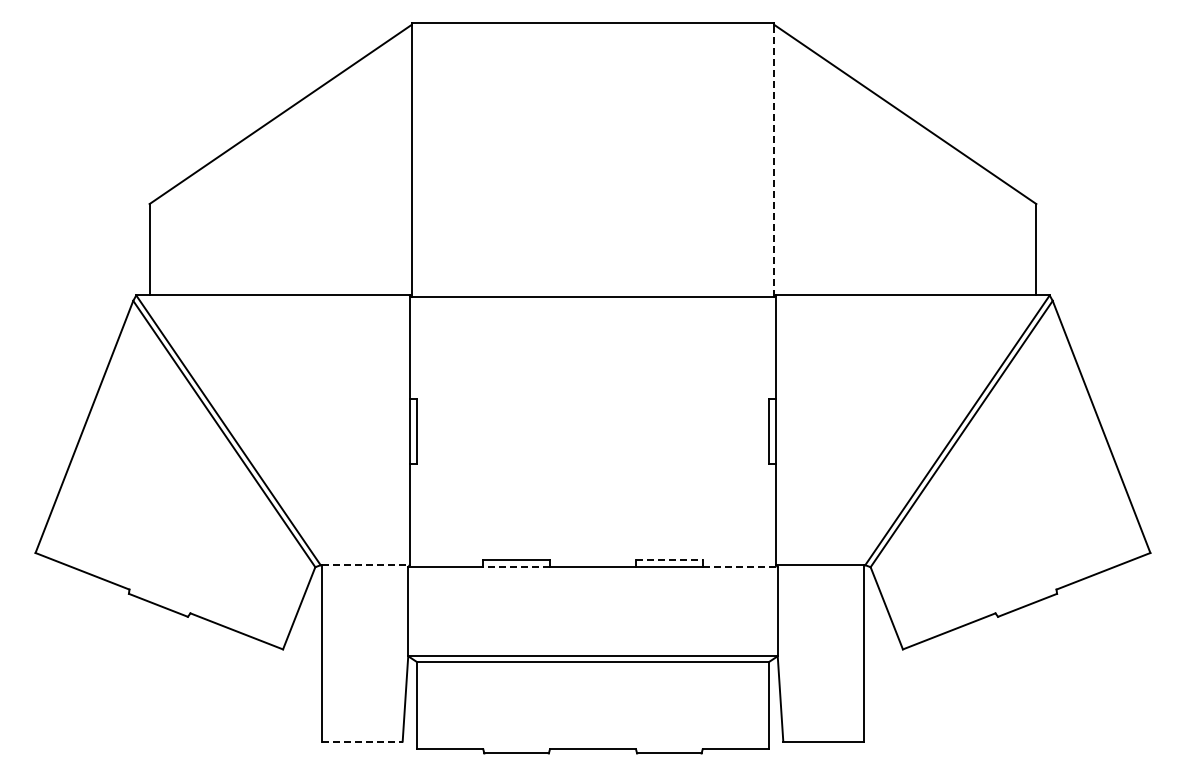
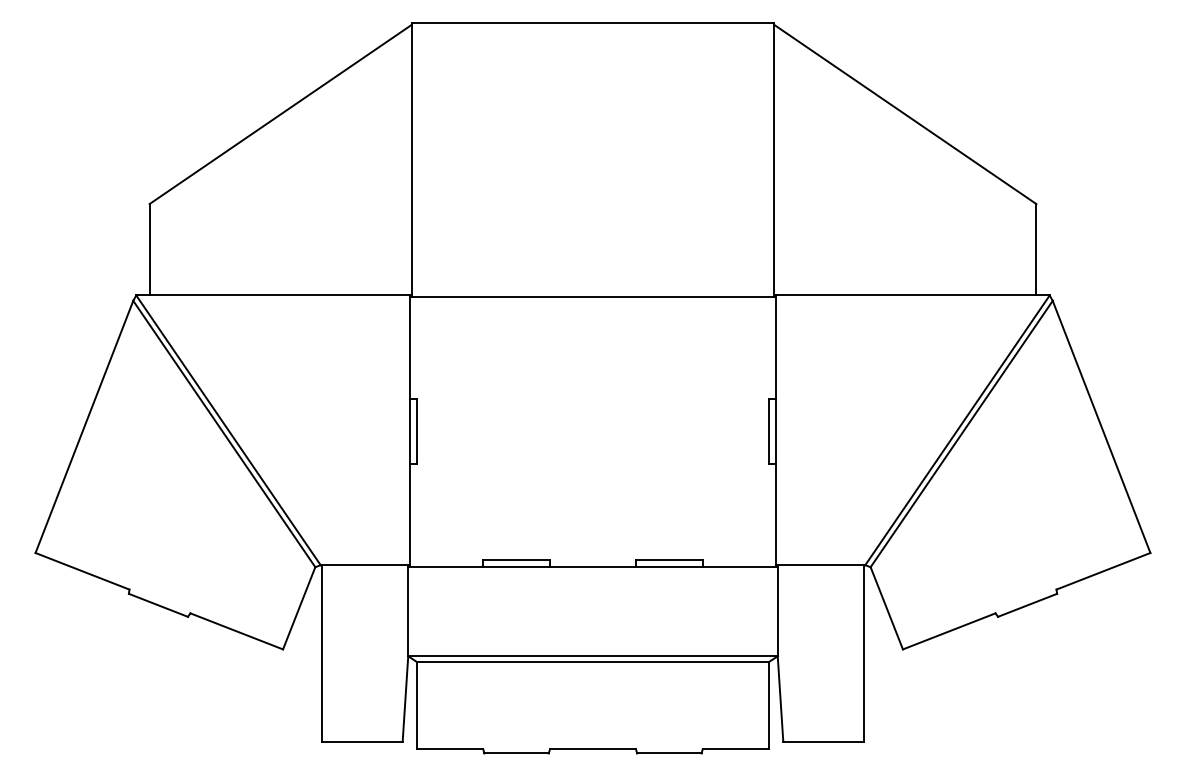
line at (774, 160): dashed -> solid
line at (669, 560): dashed -> solid
line at (365, 565): dashed -> solid
line at (516, 567): dashed -> solid
line at (740, 567): dashed -> solid
line at (362, 741): dashed -> solid
